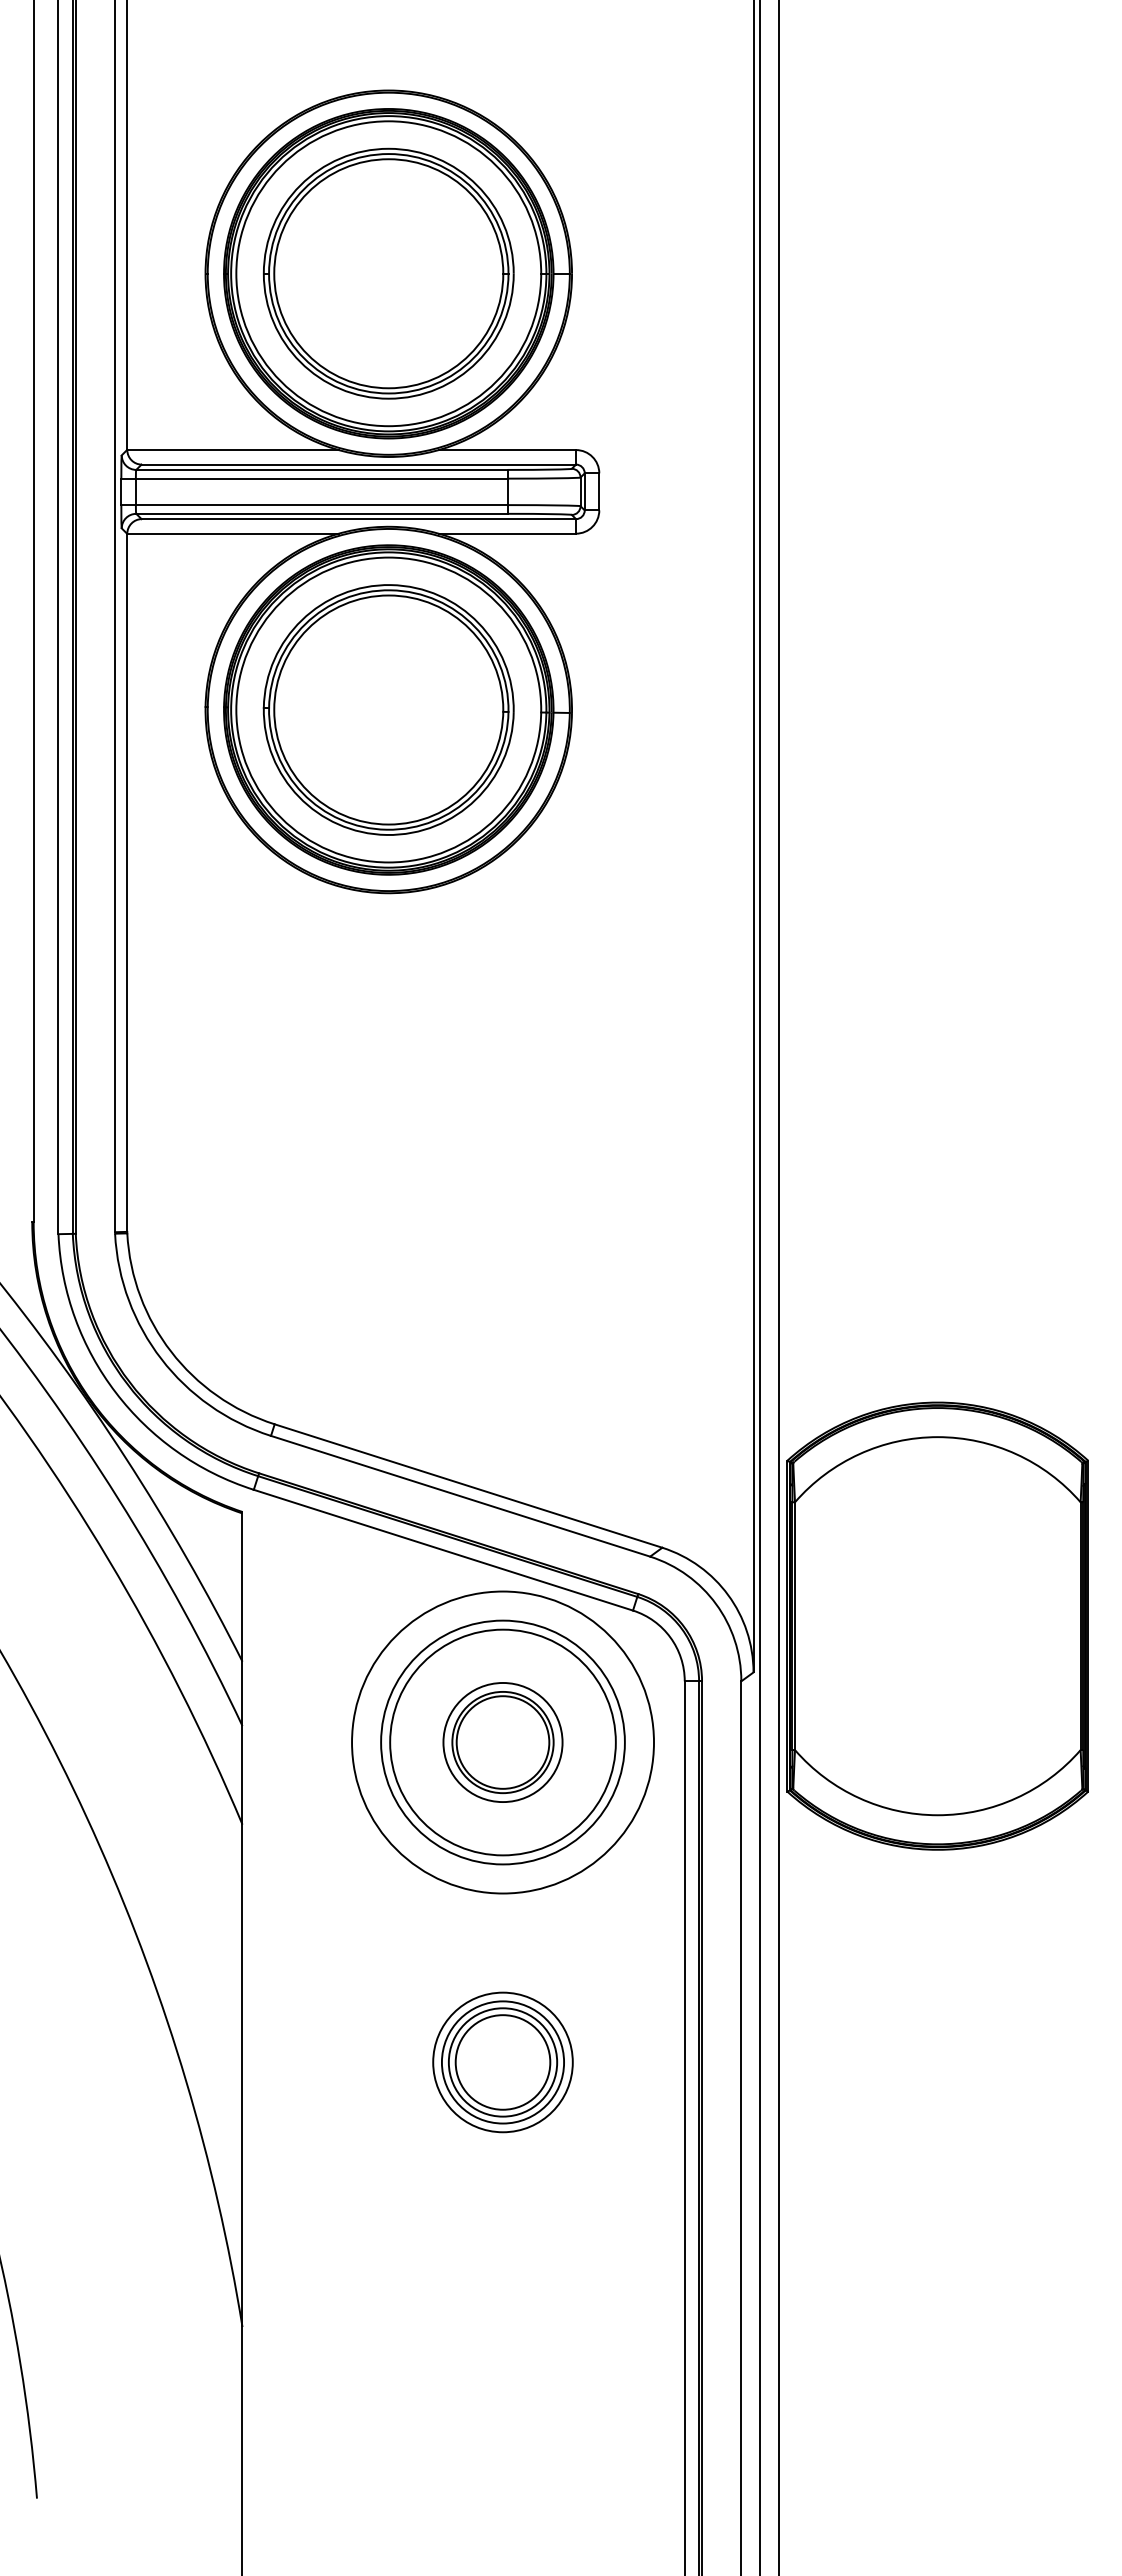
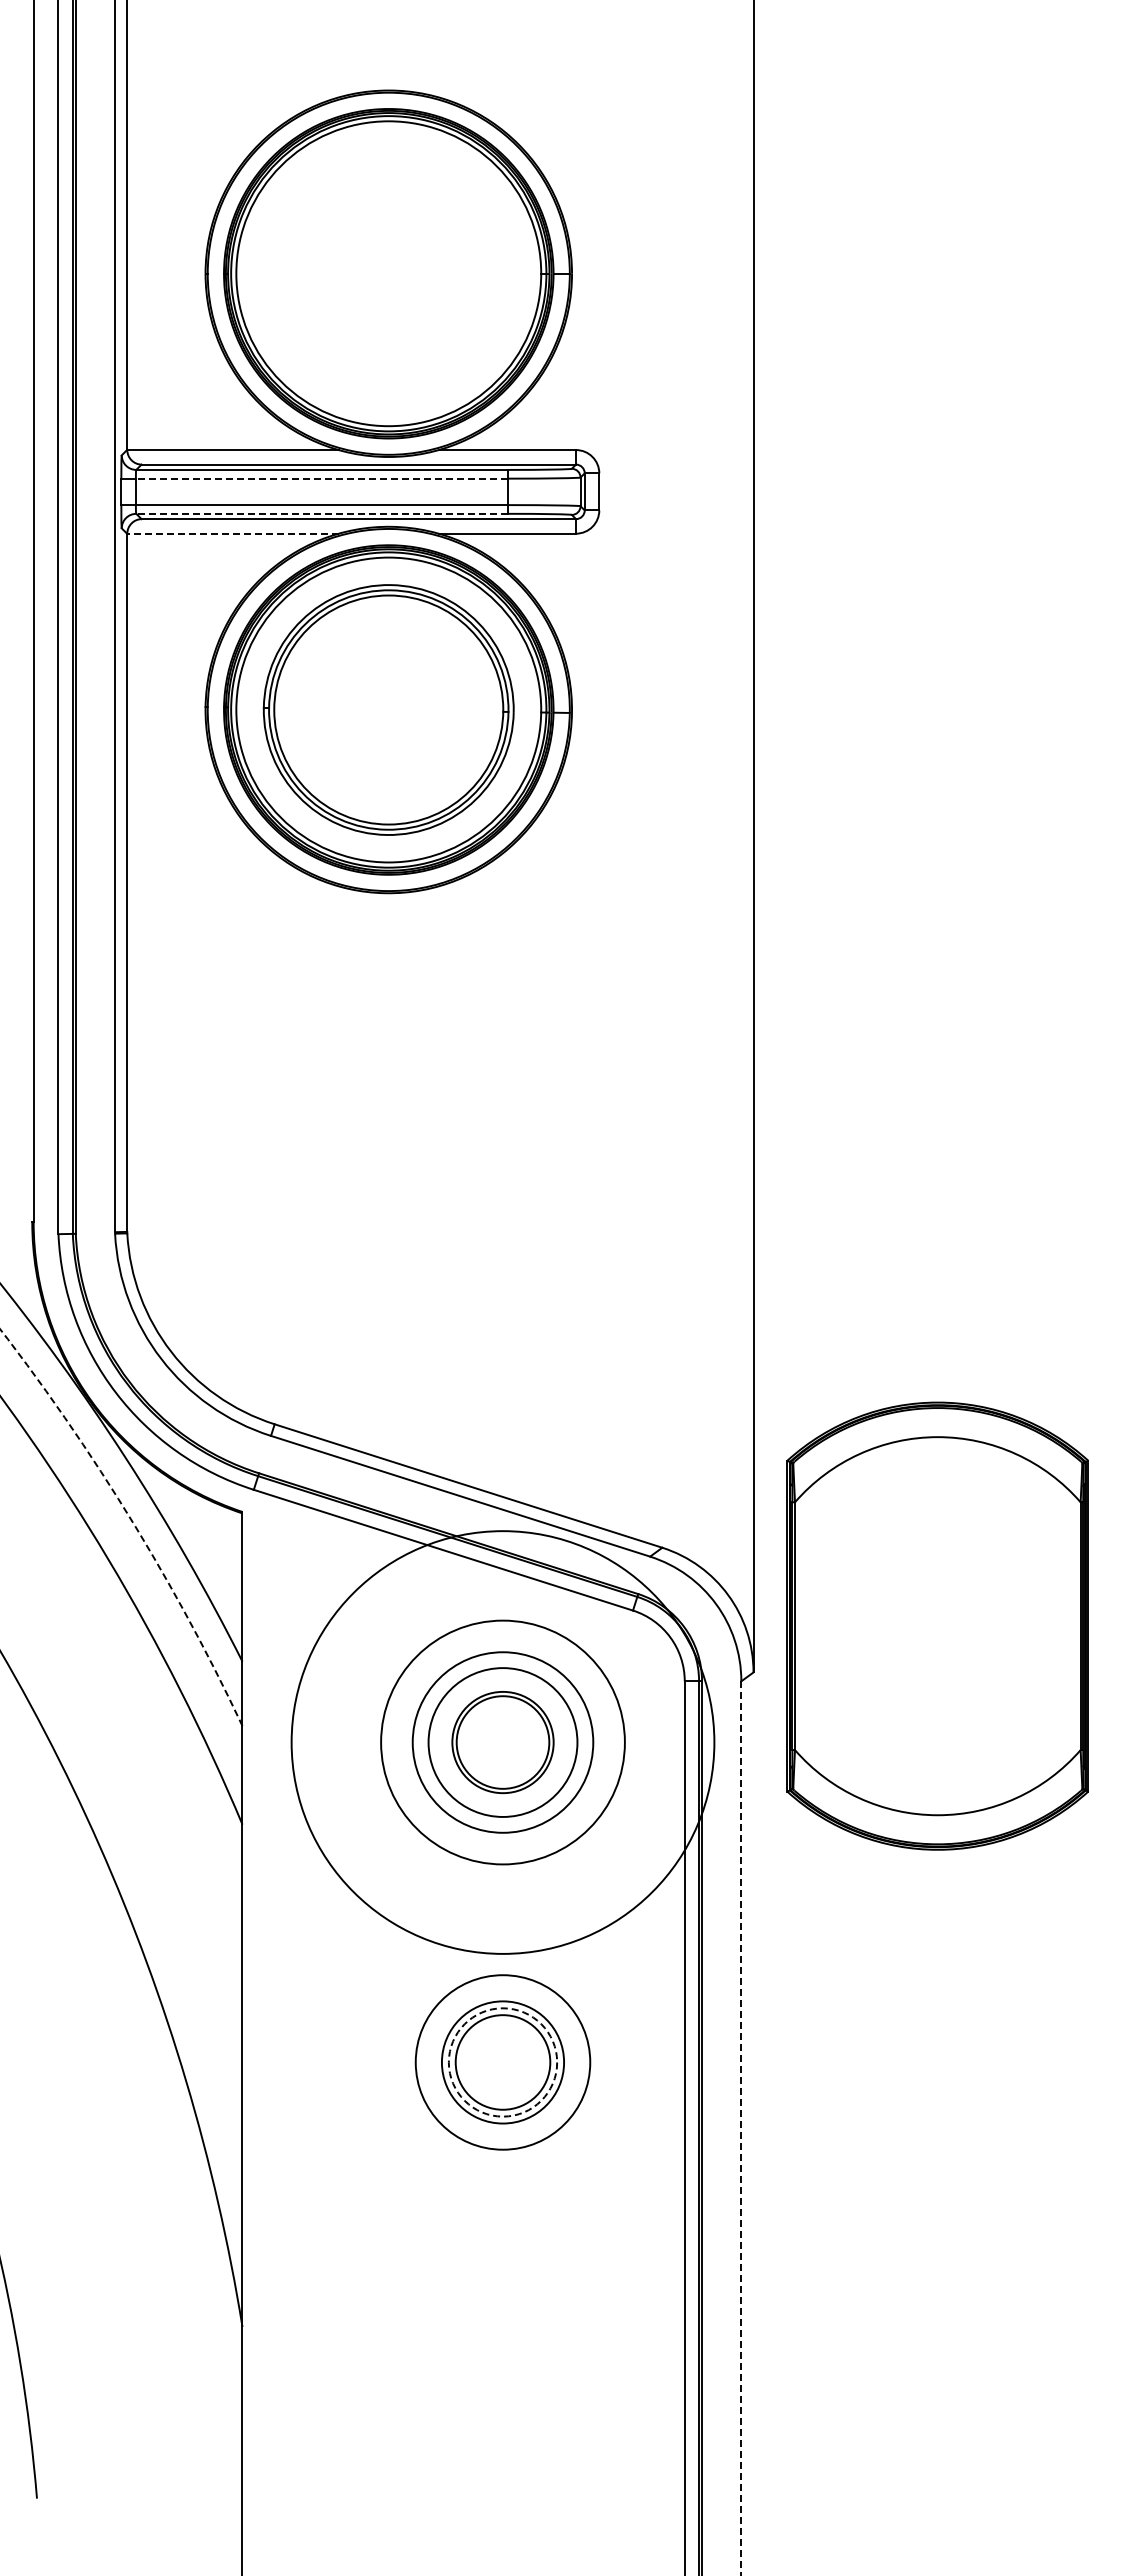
part at (388, 273): present -> none
line at (321, 478): solid -> dashed
line at (322, 513): solid -> dashed
line at (233, 533): solid -> dashed
line at (760, 1287): present -> none
line at (779, 1287): present -> none
arc at (132, 1521): solid -> dashed
circle at (502, 1742) diameter: 119 px -> 149 px
circle at (502, 1742) diameter: 226 px -> 181 px
circle at (503, 1742) diameter: 302 px -> 423 px
circle at (502, 2062) diameter: 140 px -> 175 px
circle at (502, 2062): solid -> dashed
line at (741, 2128): solid -> dashed
